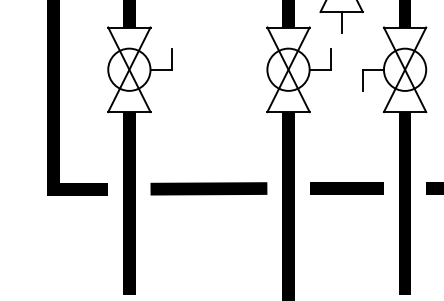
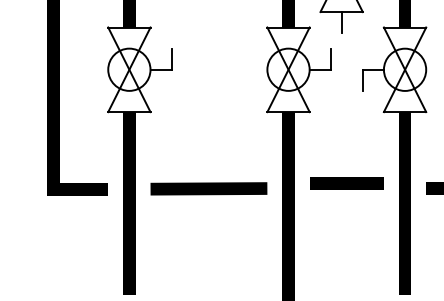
line at (346, 188) position: (346, 188) -> (346, 183)
